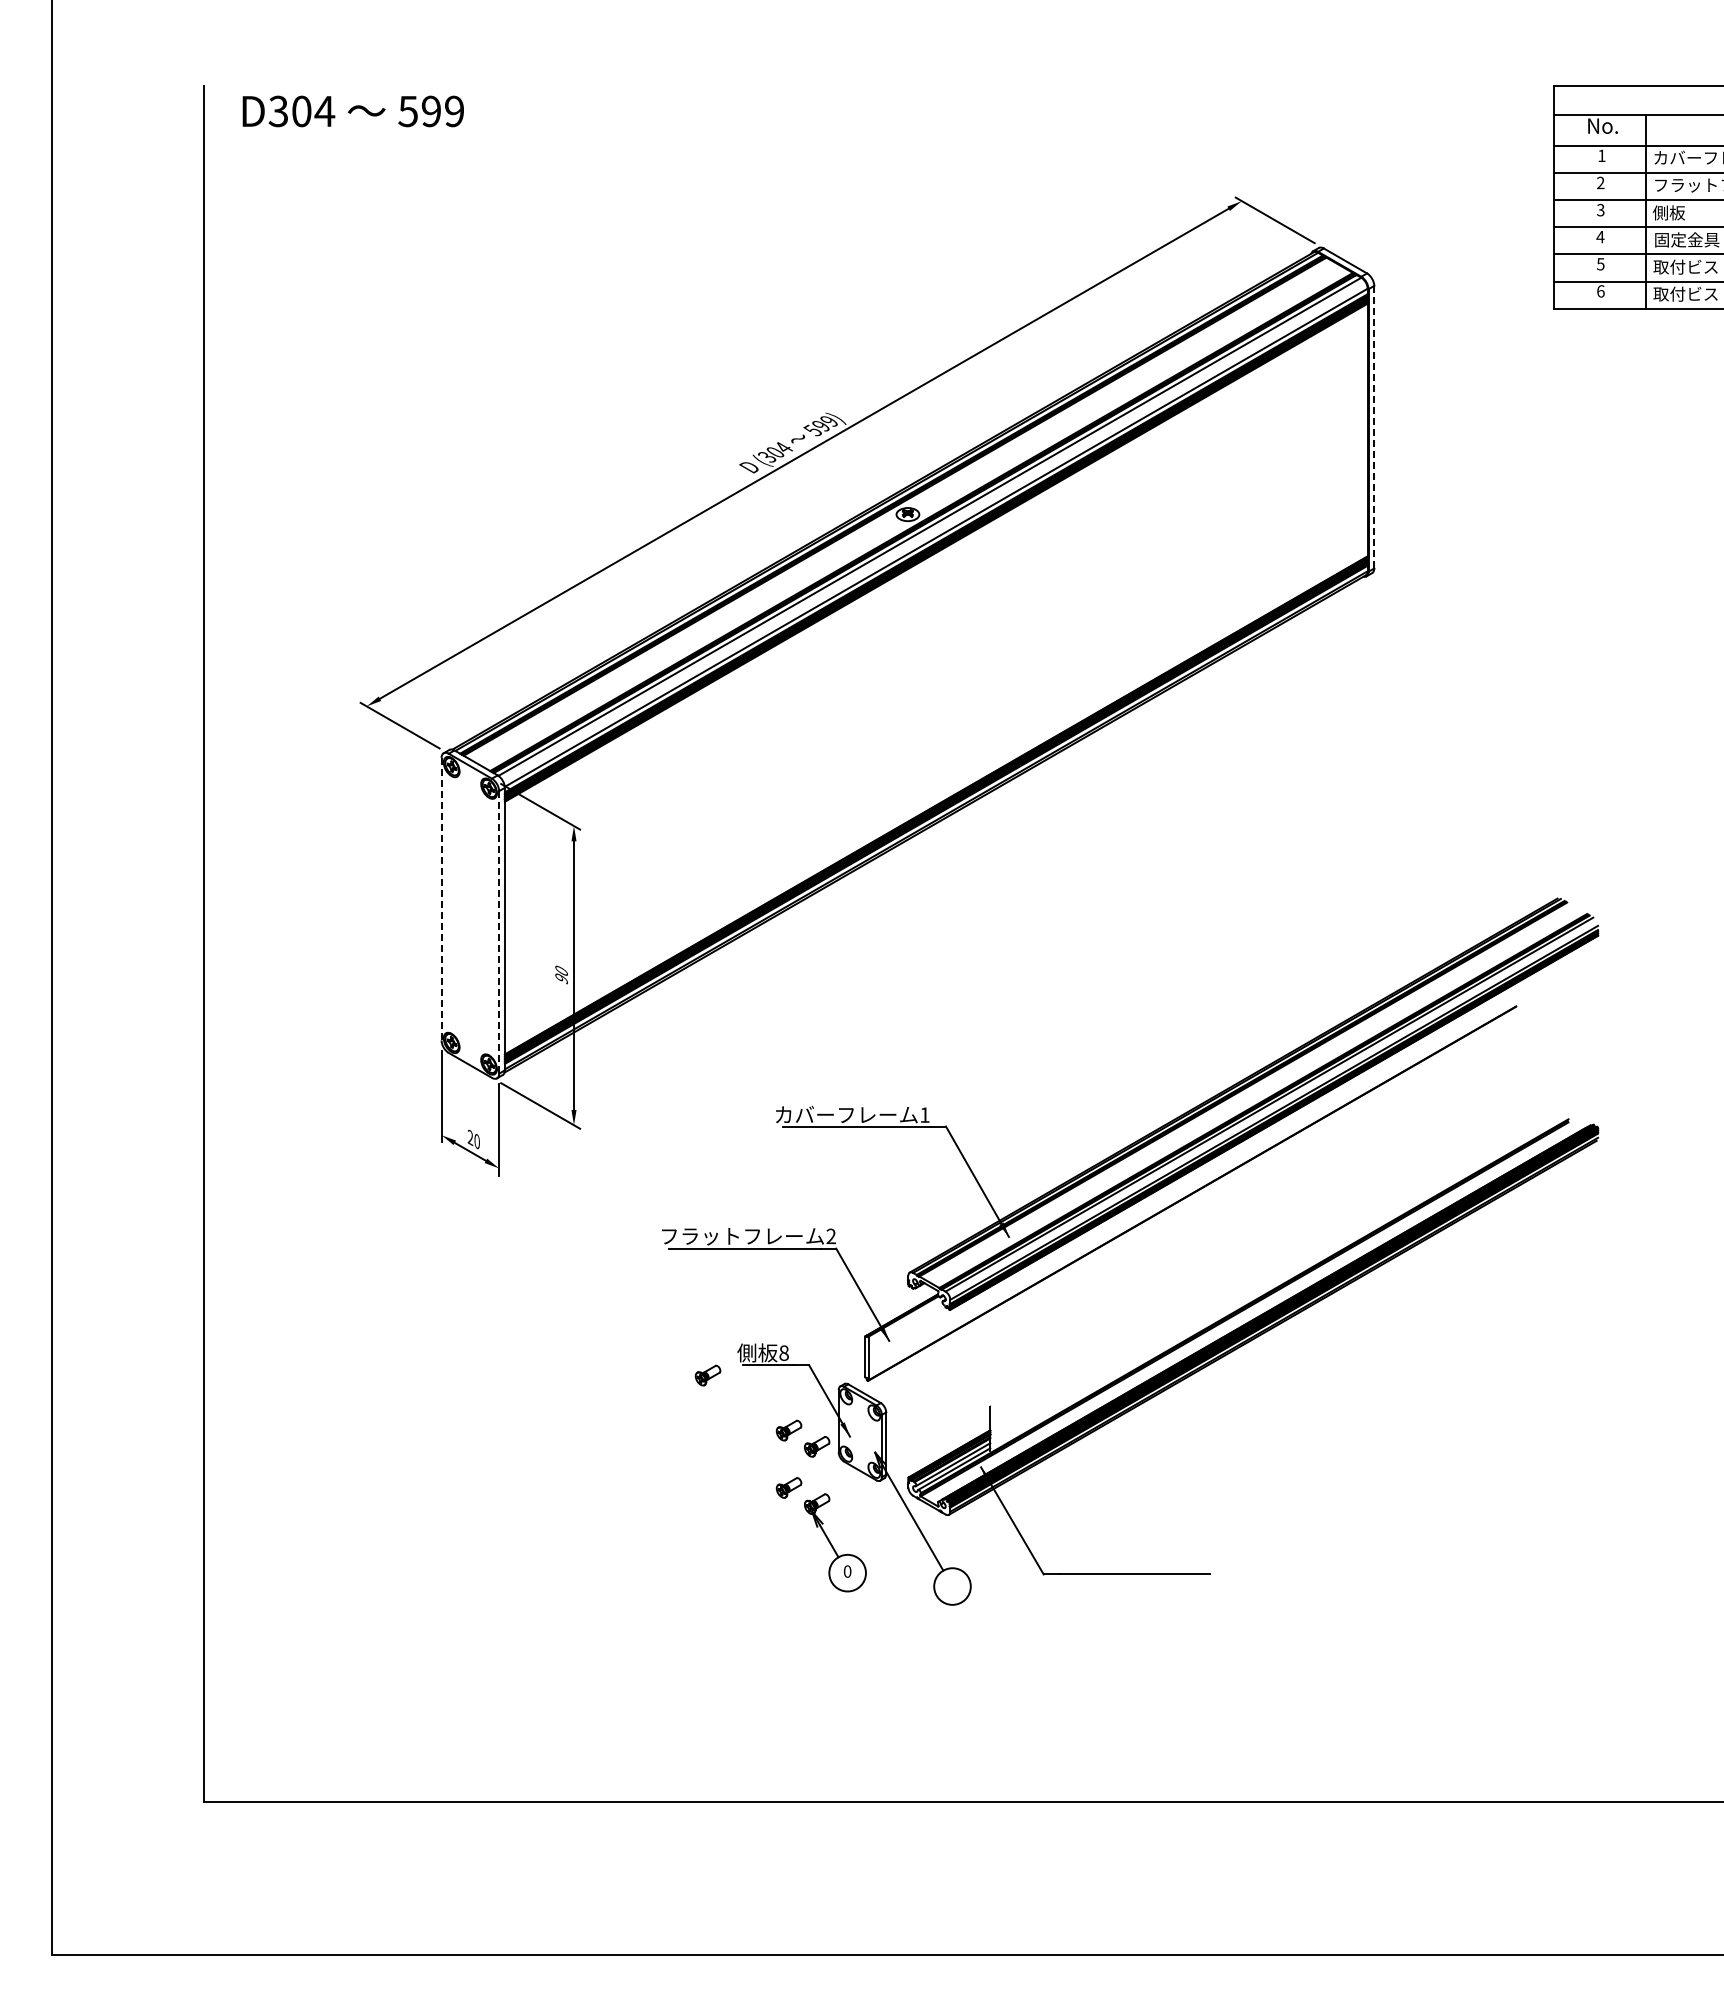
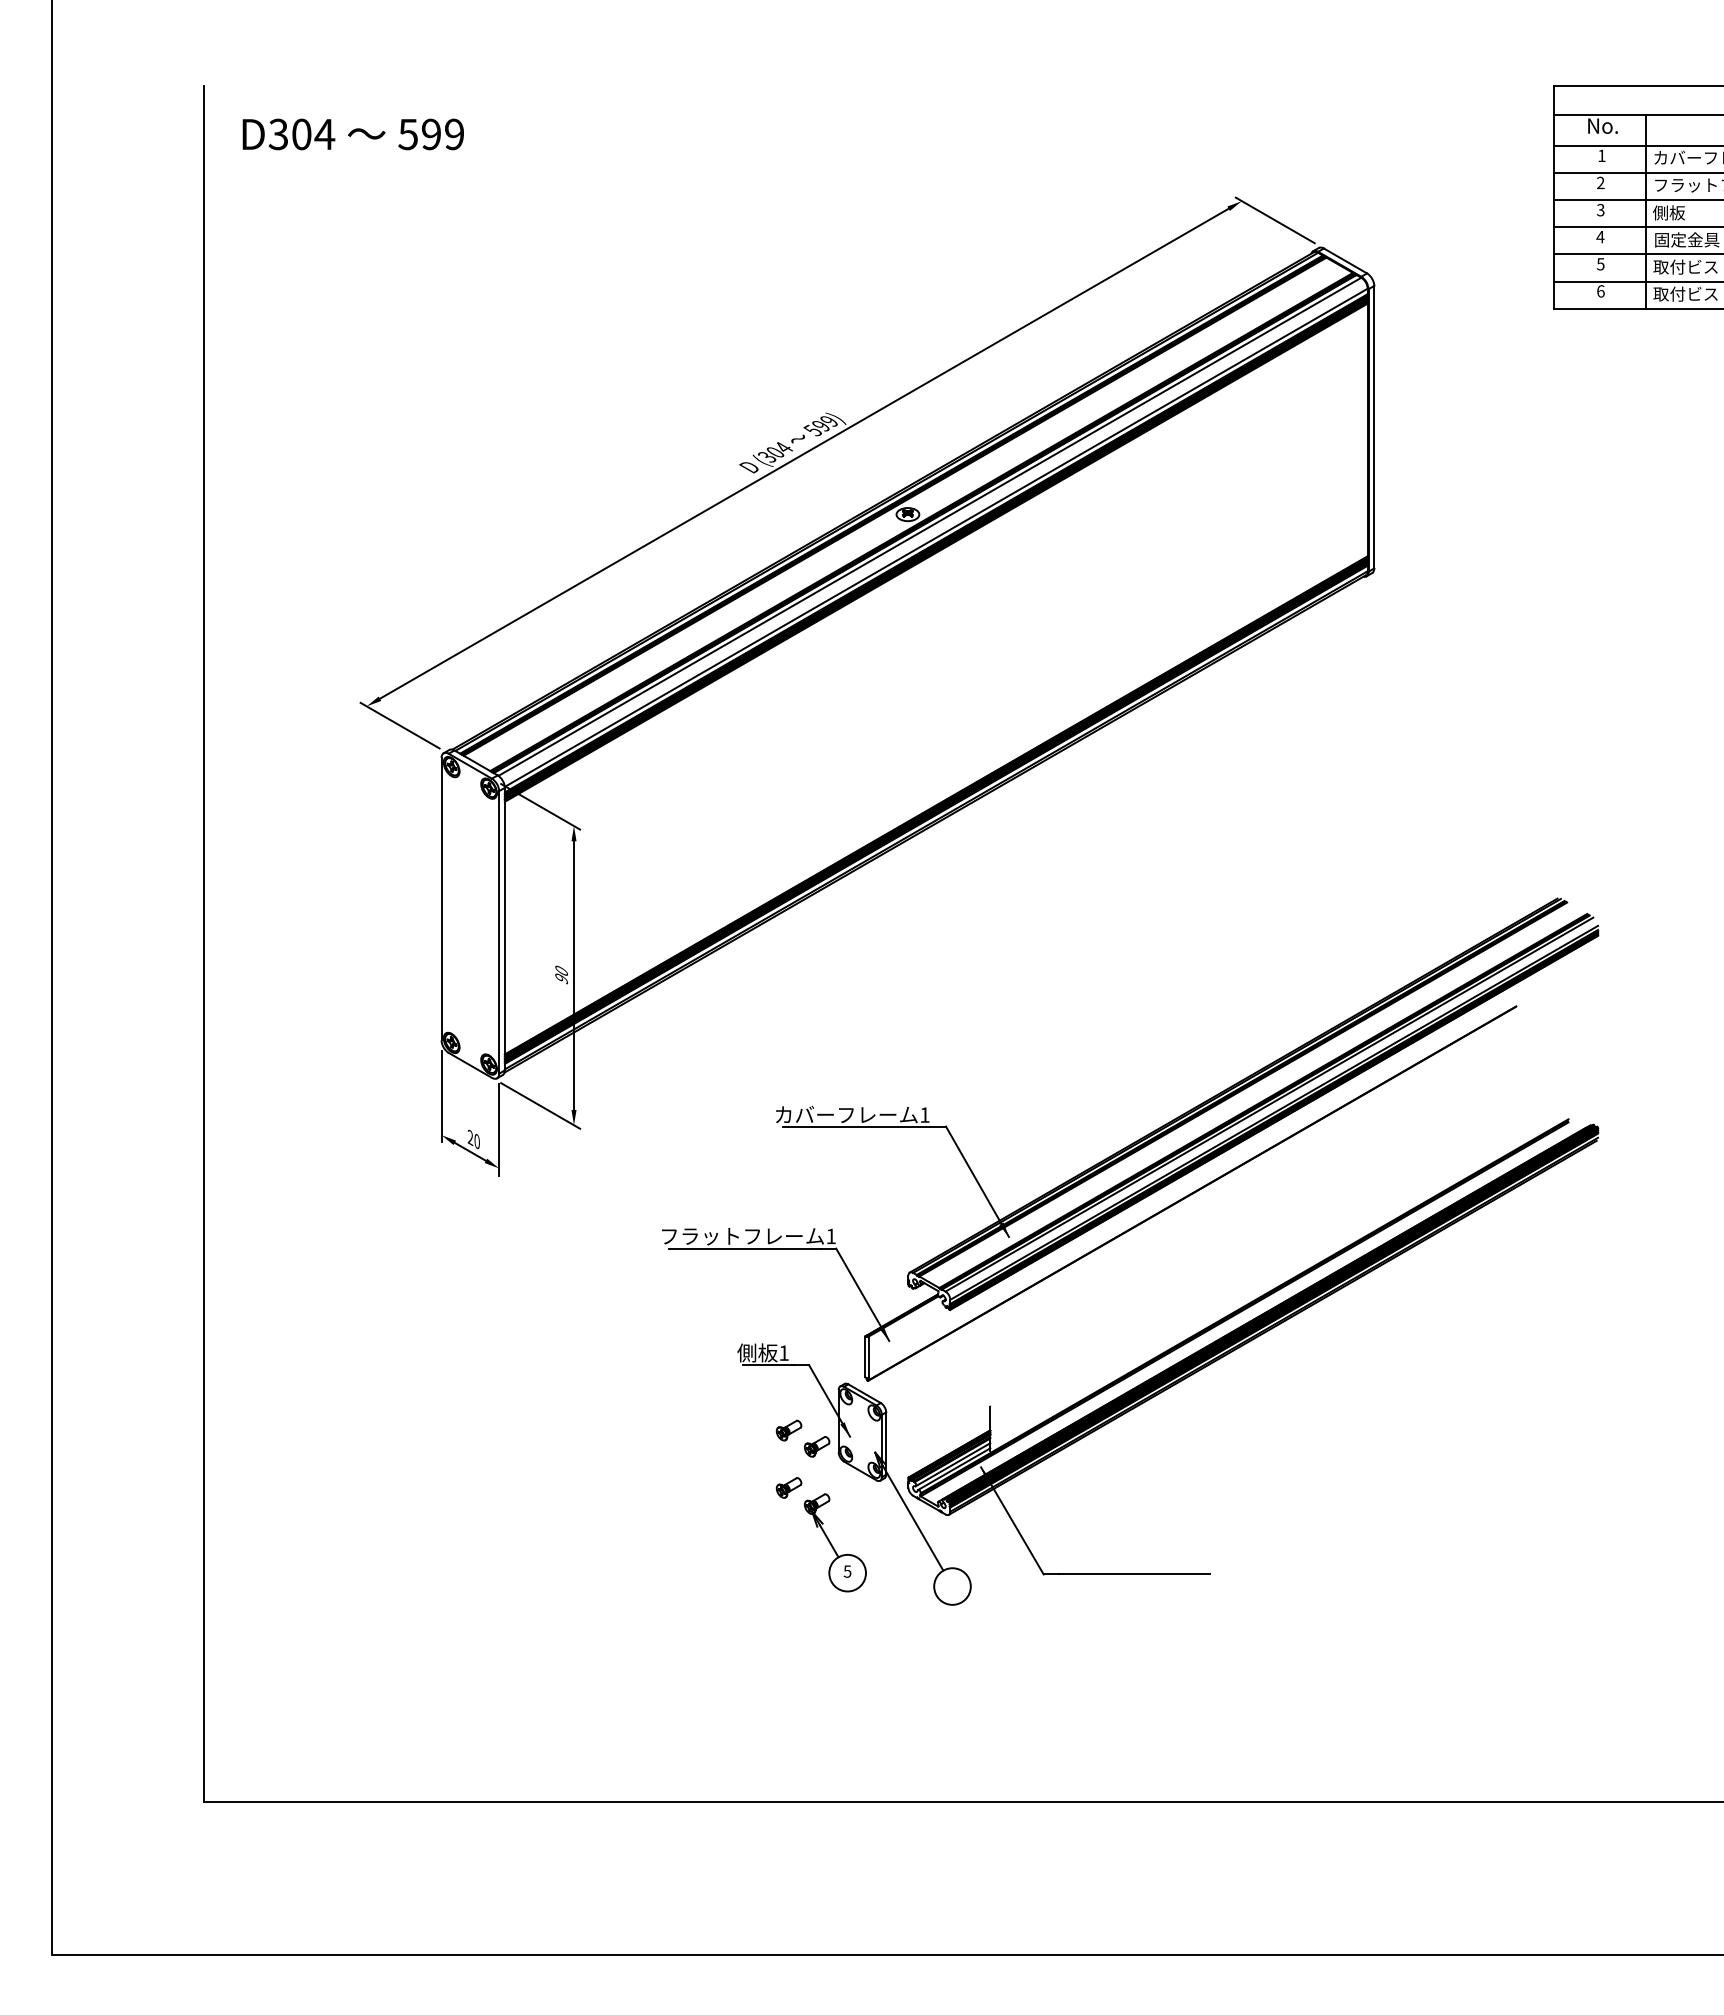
text at (352, 111) position: (352, 111) -> (352, 134)
line at (1374, 426): dashed -> solid
line at (441, 898): dashed -> solid
line at (499, 932): dashed -> solid
text at (830, 1235): 2 -> 1
text at (783, 1352): 8 -> 1
part at (707, 1375): present -> none
text at (847, 1571): 0 -> 5
